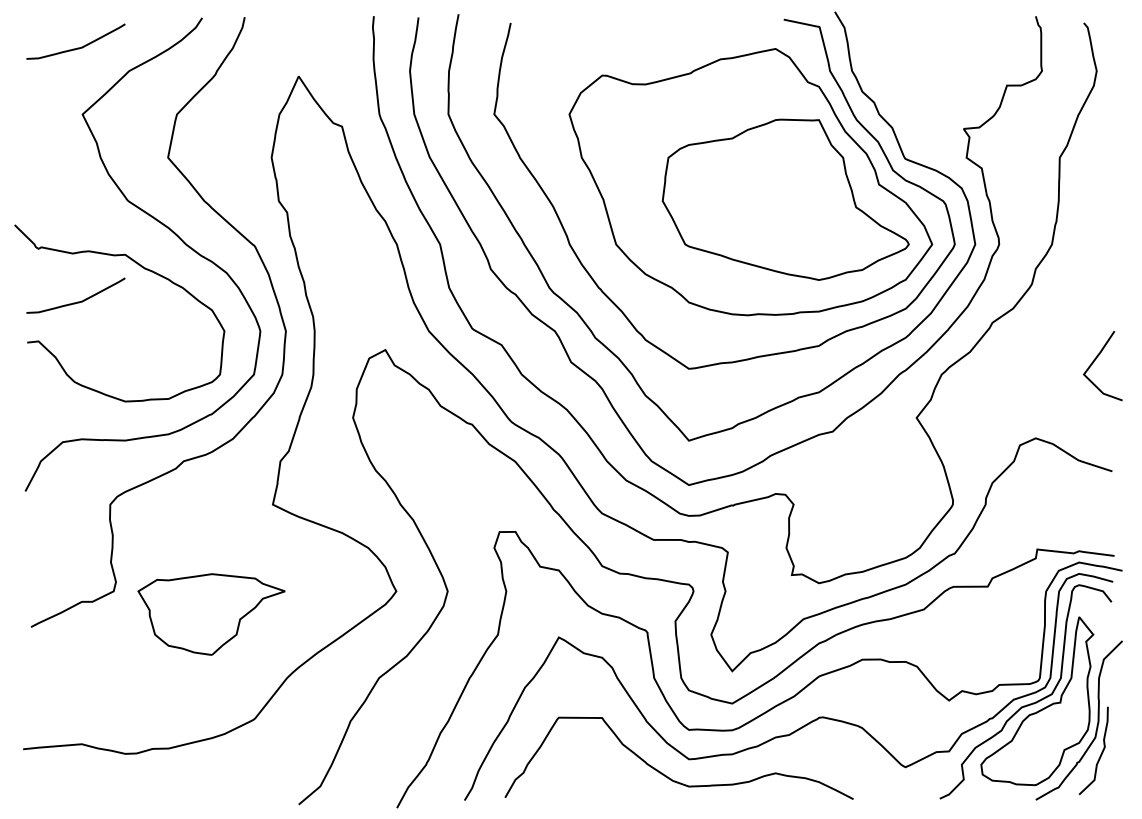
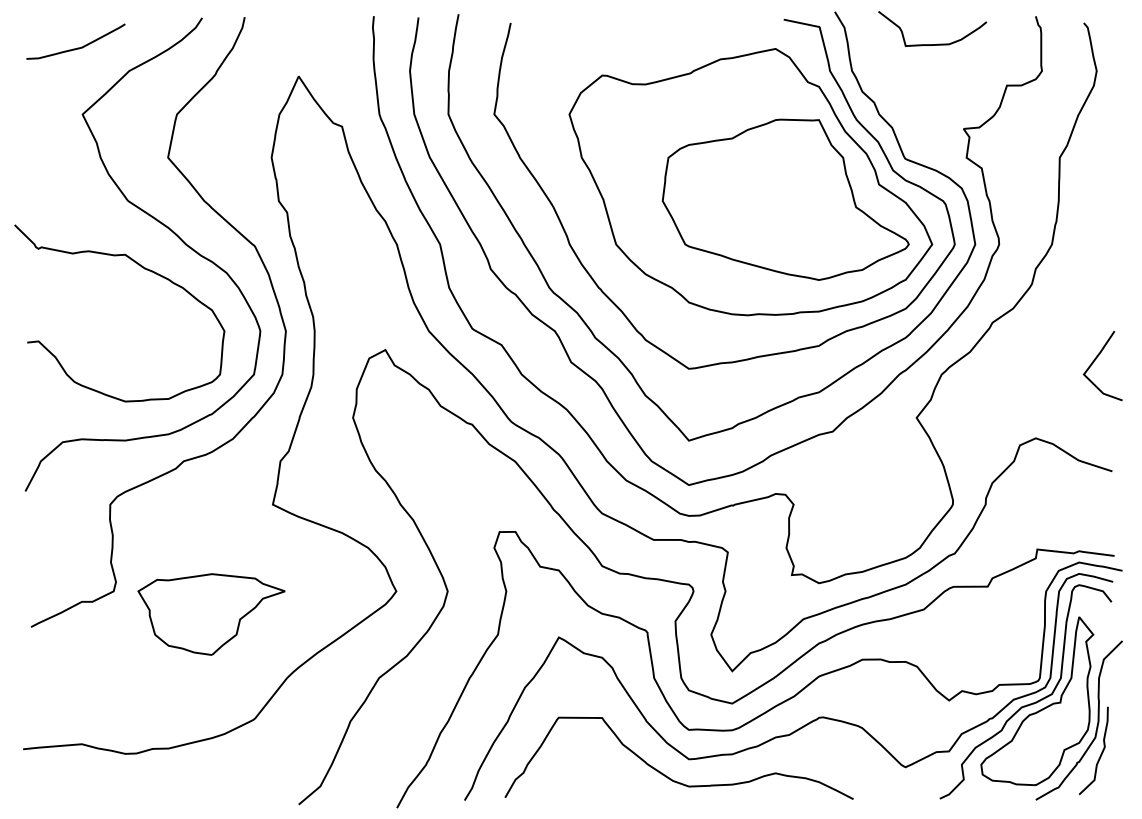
curve at (932, 44): none -> present
curve at (77, 301): present -> none
